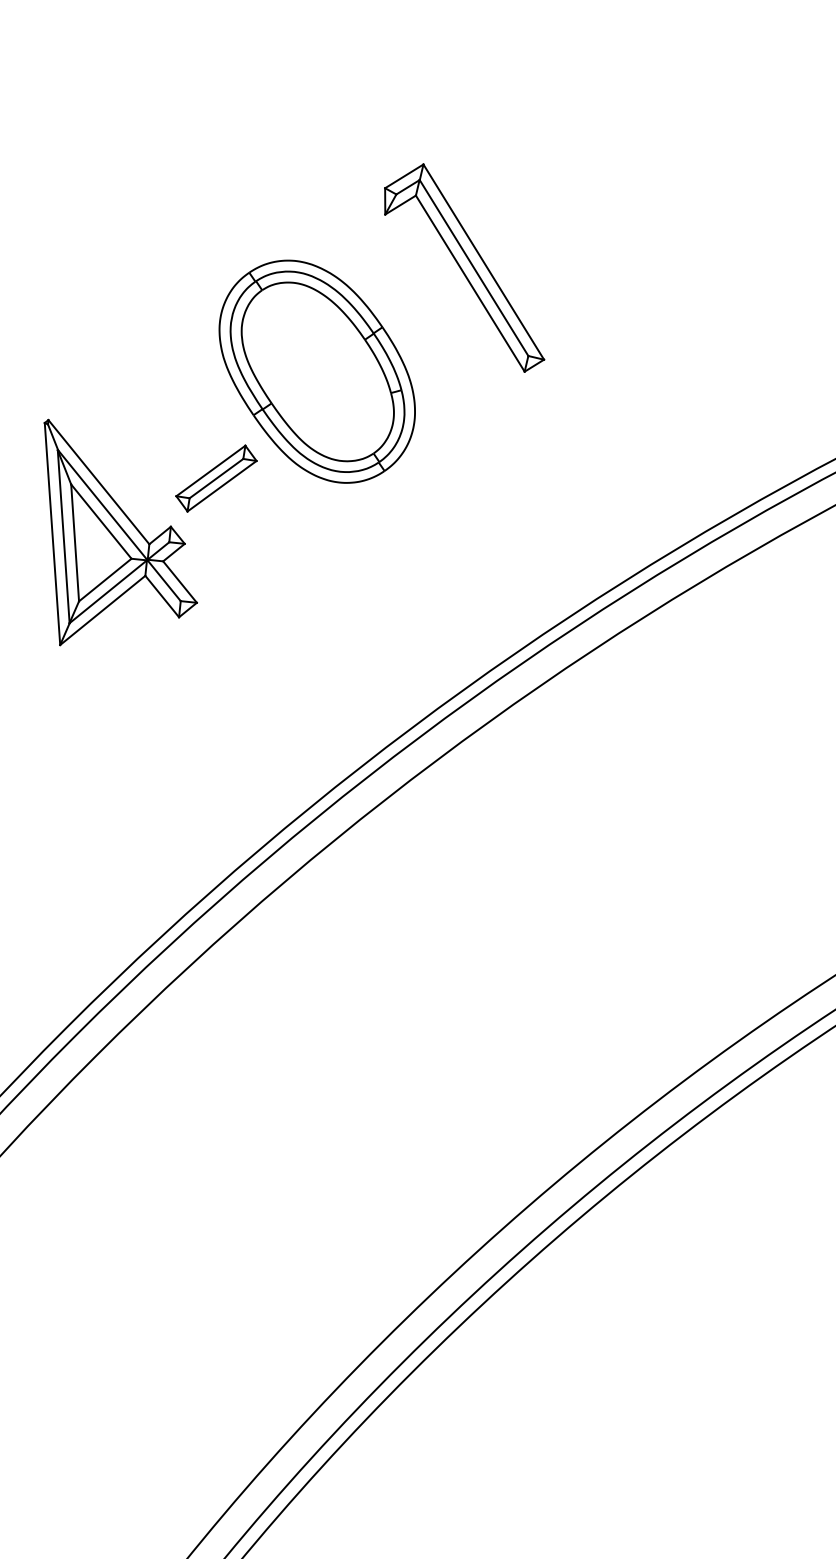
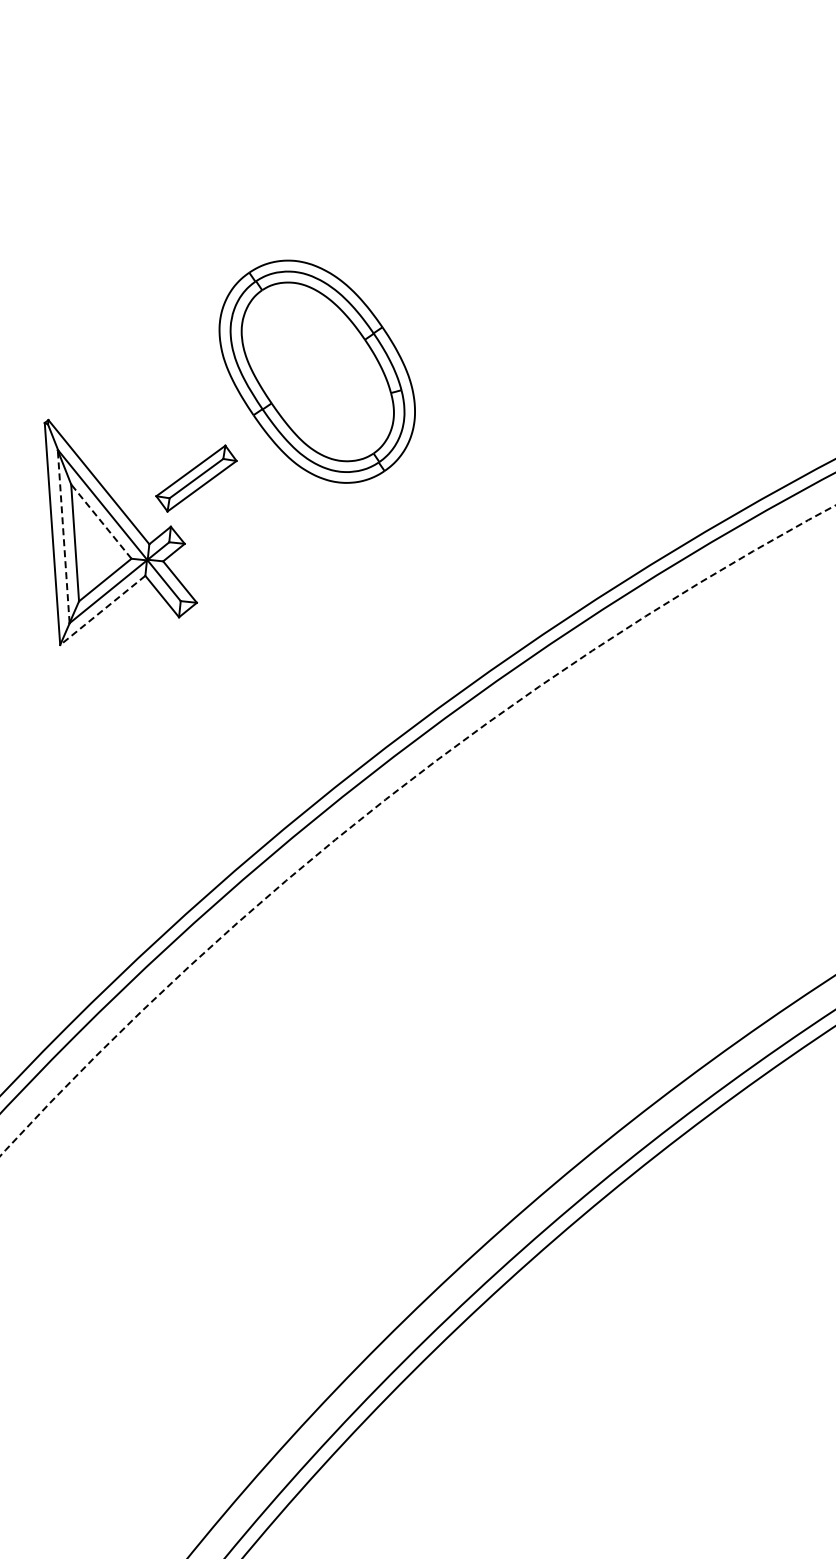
part at (464, 267): present -> none
part at (216, 478) position: (216, 478) -> (196, 478)
line at (101, 521): solid -> dashed
line at (63, 536): solid -> dashed
line at (102, 610): solid -> dashed
arc at (388, 797): solid -> dashed
